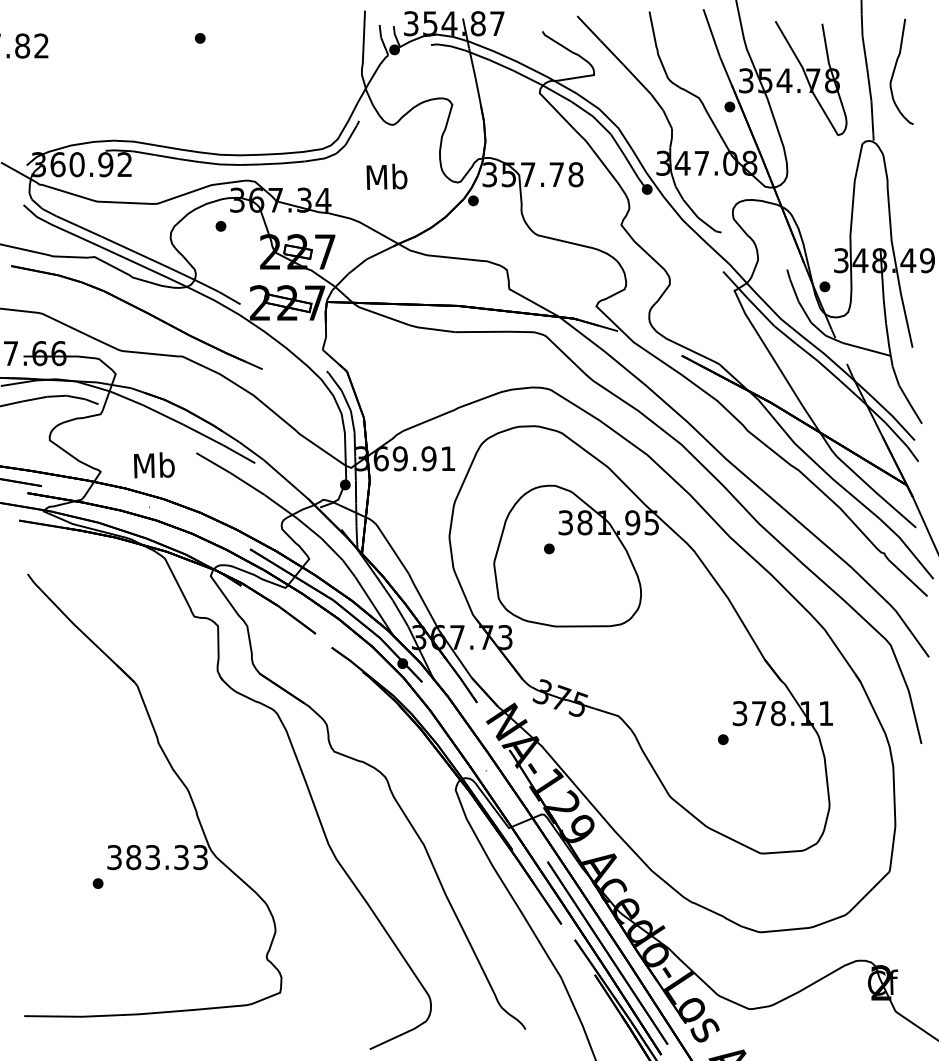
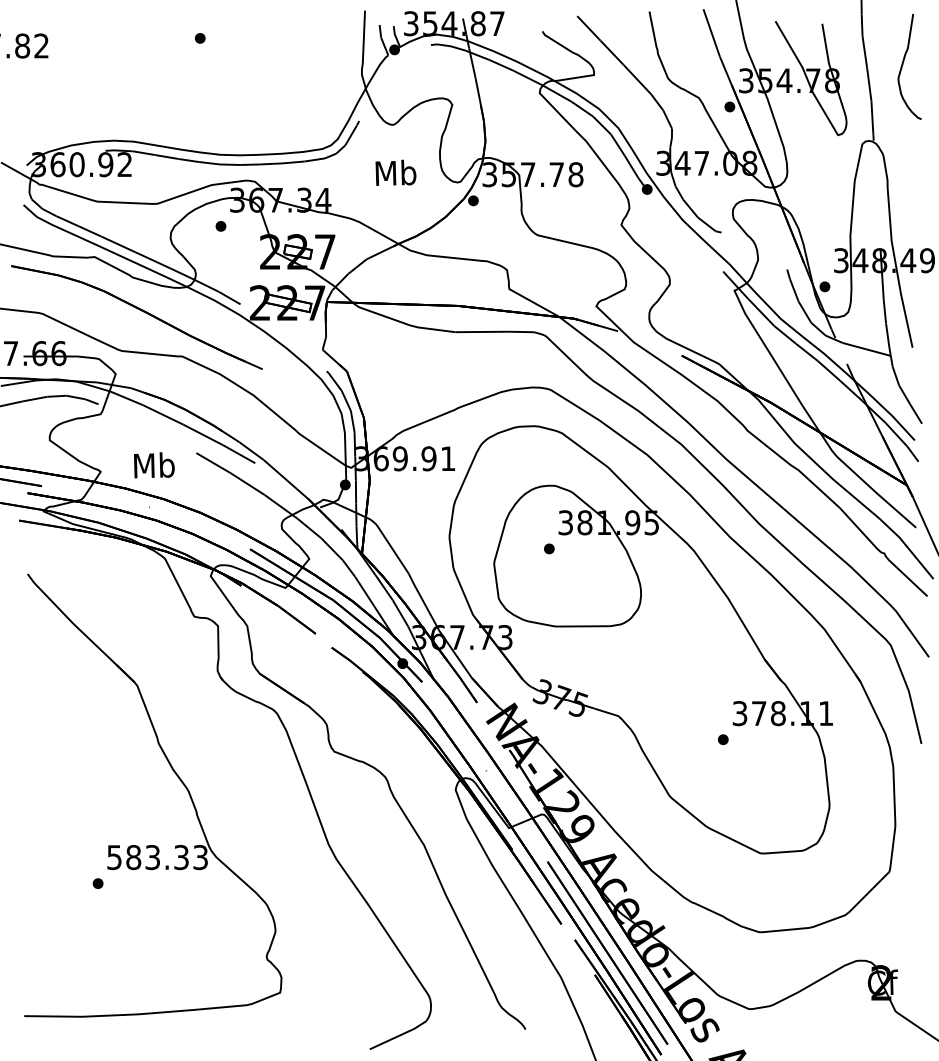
curve at (895, 70) position: (895, 70) -> (903, 65)
text at (386, 176) position: (386, 176) -> (395, 172)
text at (114, 857): 383.33 -> 583.33
